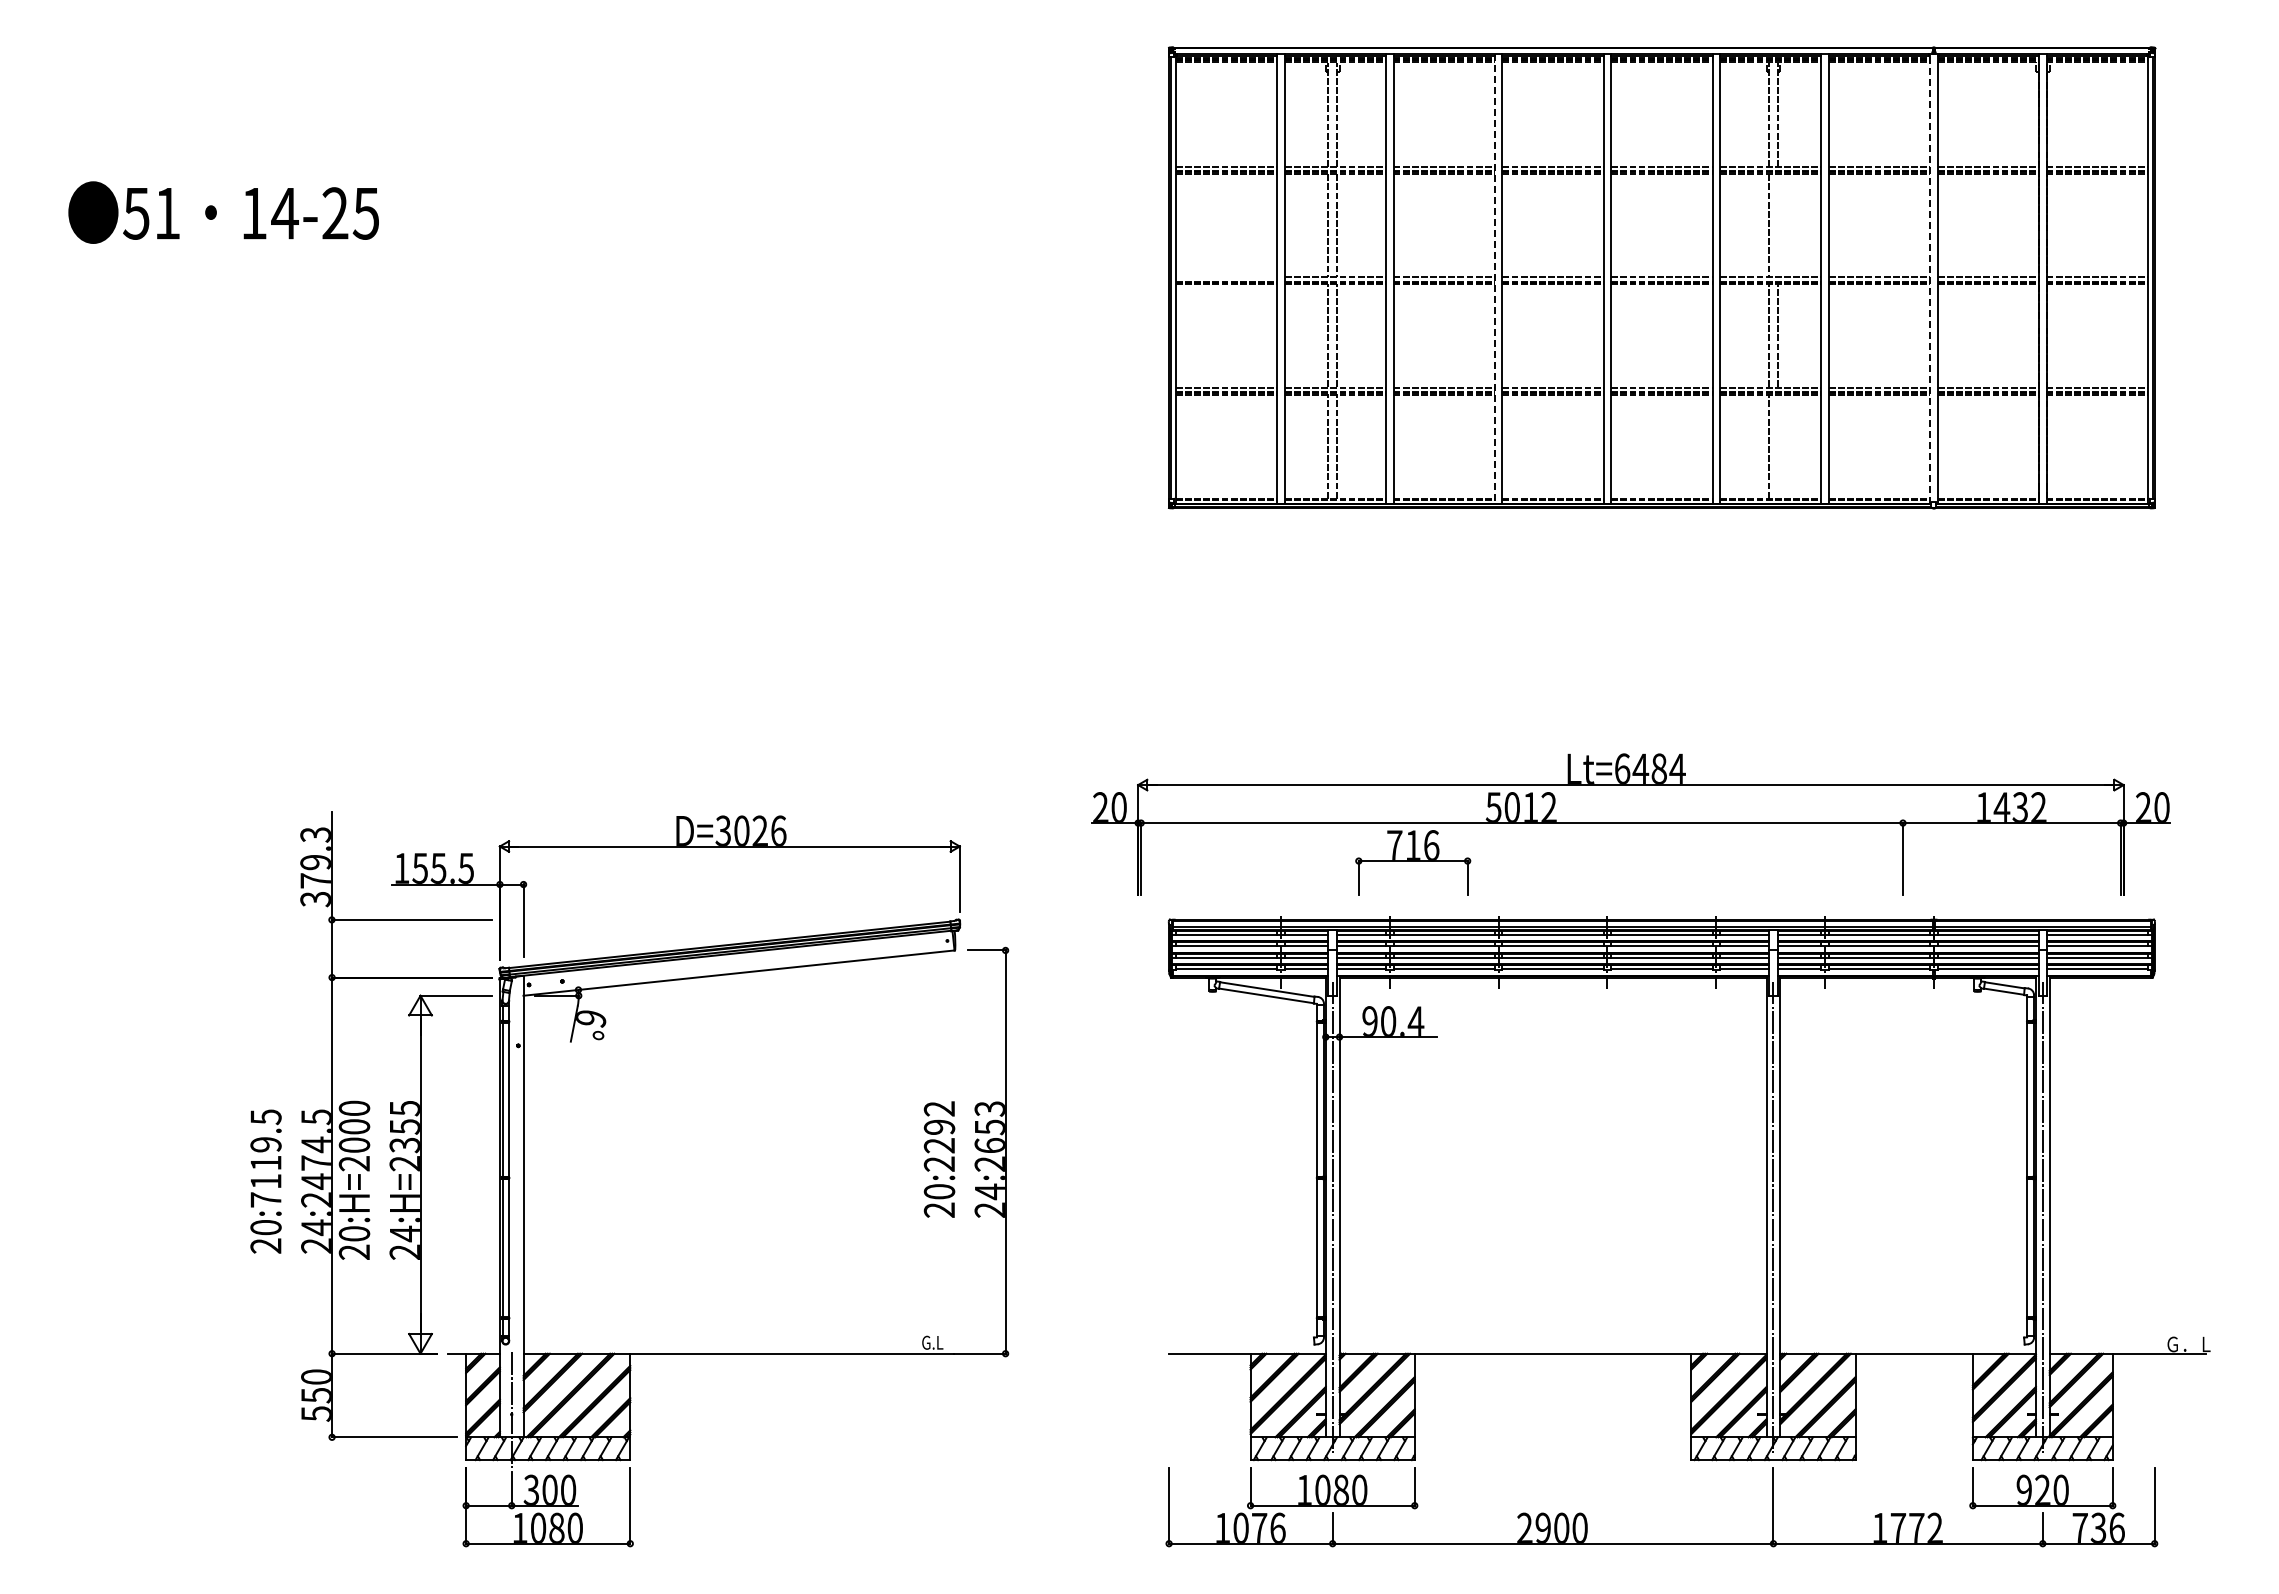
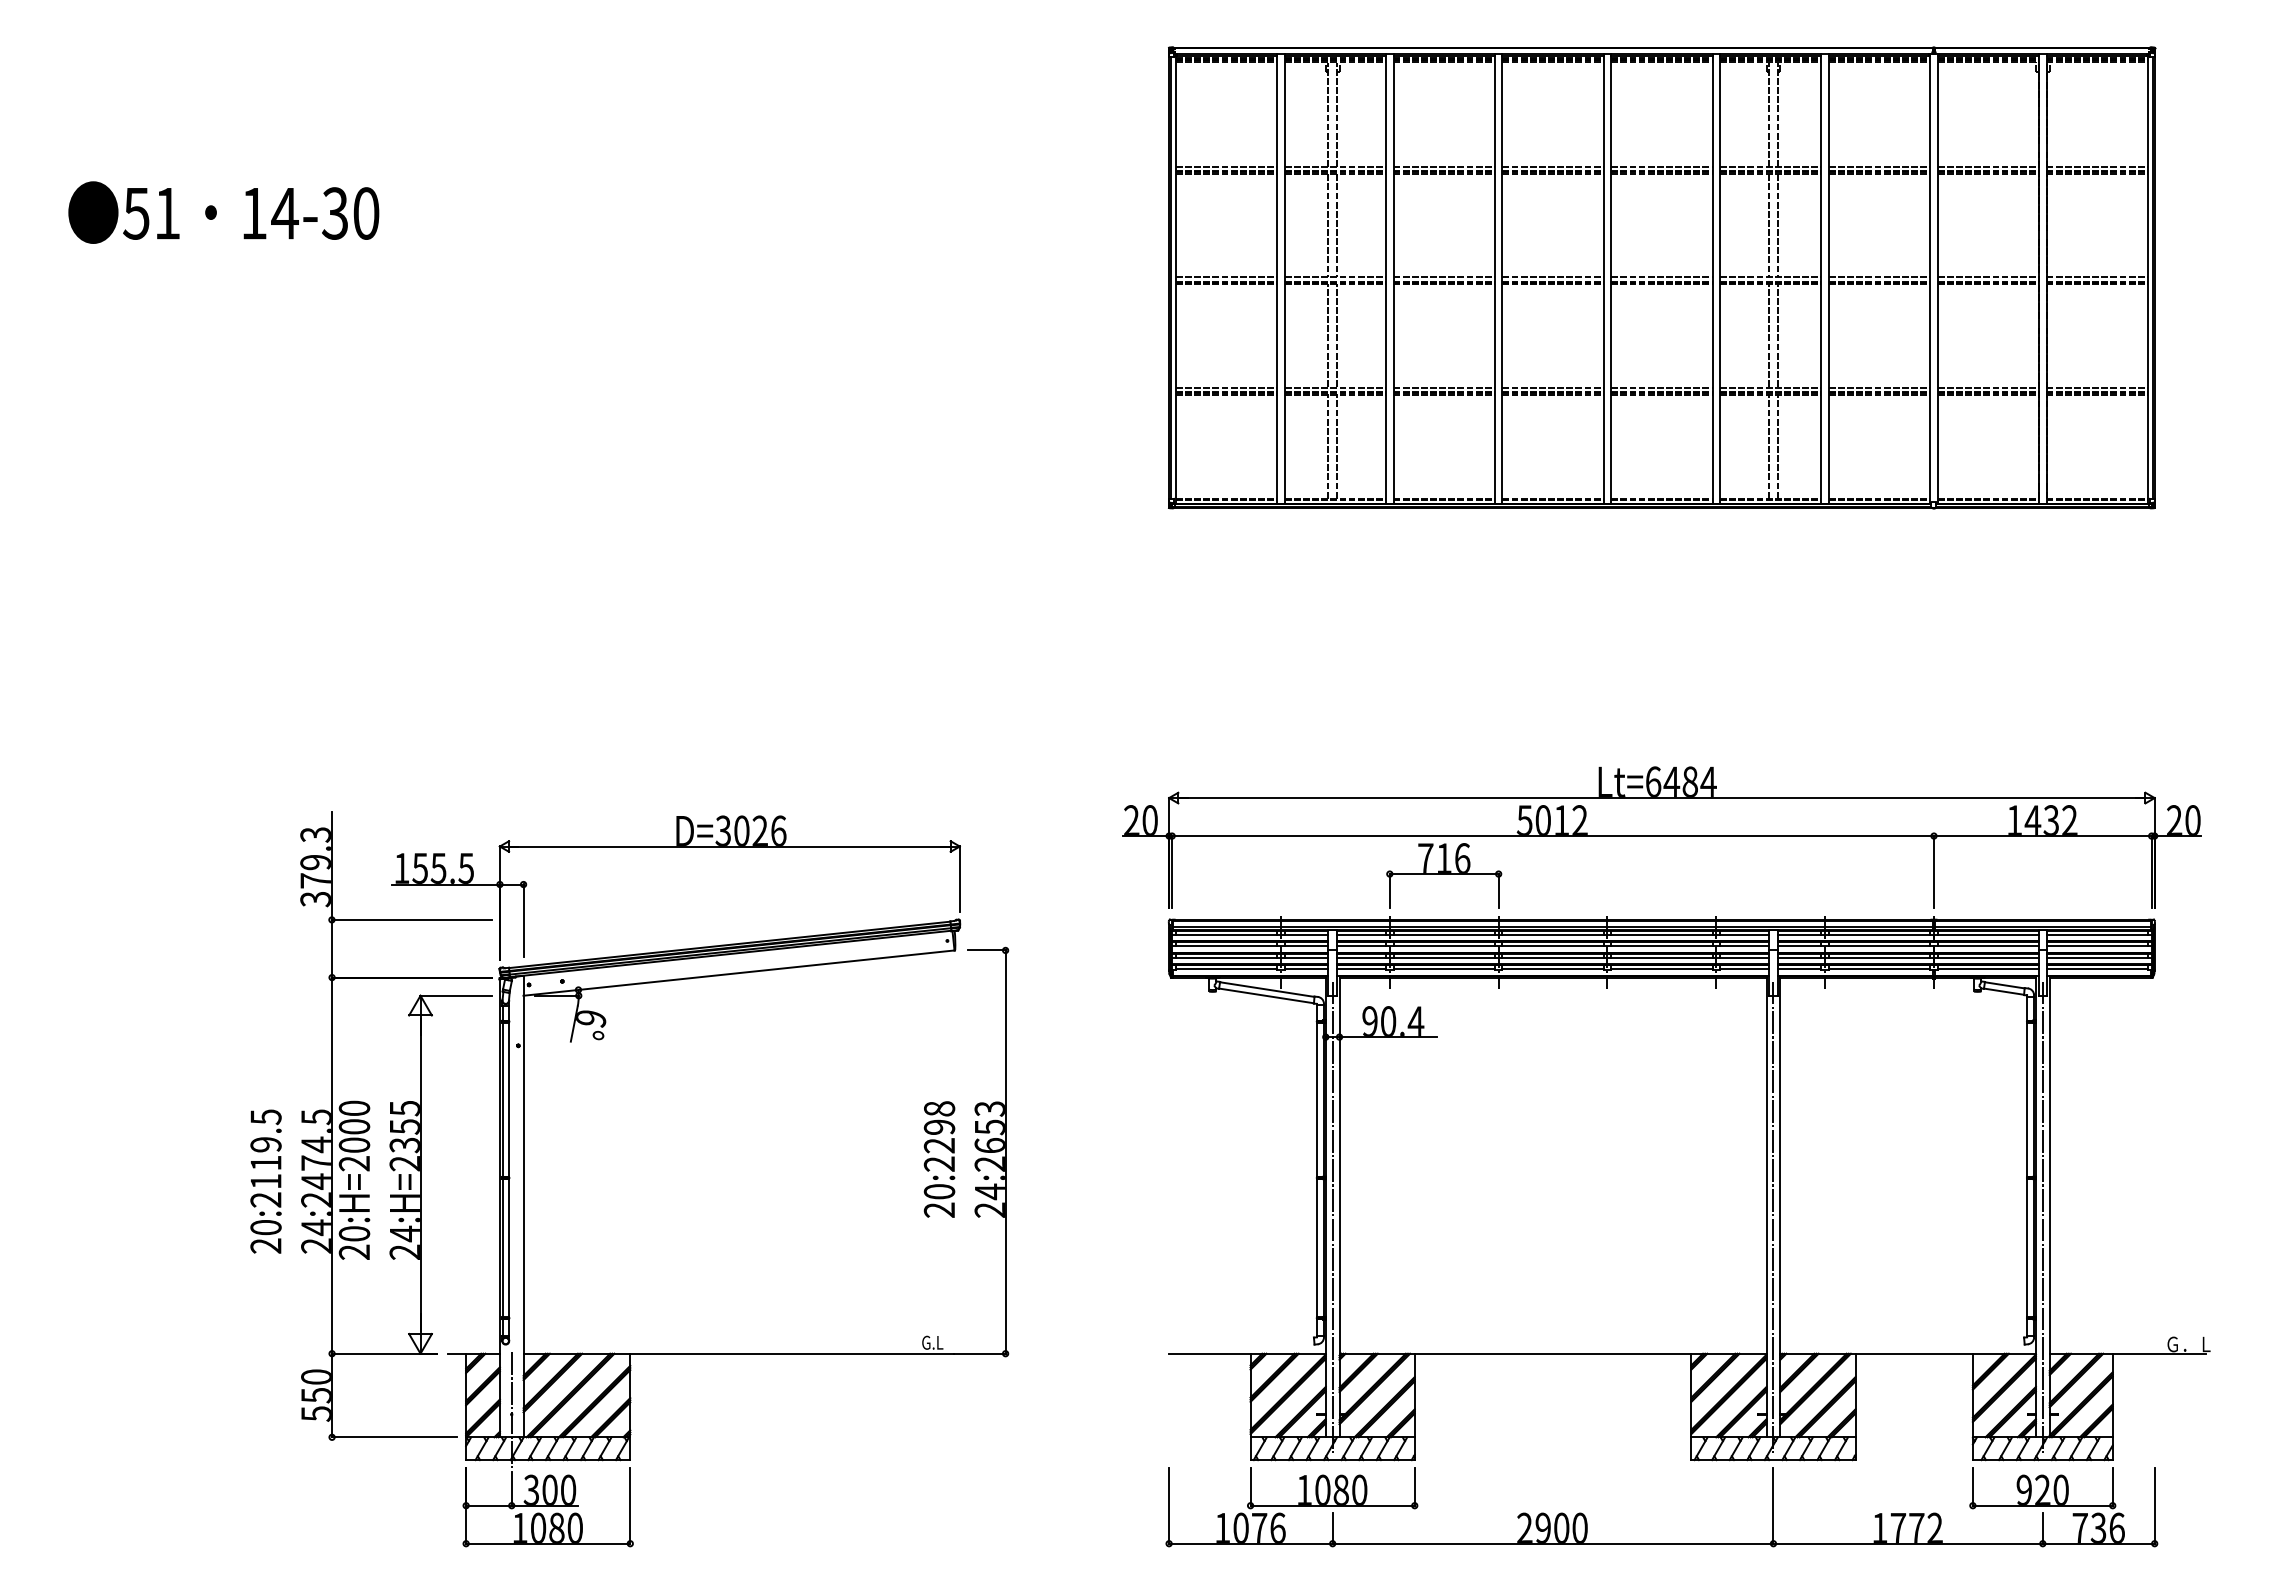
text at (350, 213): 14-25 -> 14-30
line at (1777, 225): none -> present
line at (1226, 277): none -> present
line at (1494, 279): dashed -> solid
line at (1930, 279): dashed -> solid
line at (1777, 446): none -> present
part at (1630, 824) position: (1630, 824) -> (1661, 837)
text at (939, 1108): 20:2292 -> 20:2298
text at (265, 1199): 20:7119.5 -> 20:2119.5
